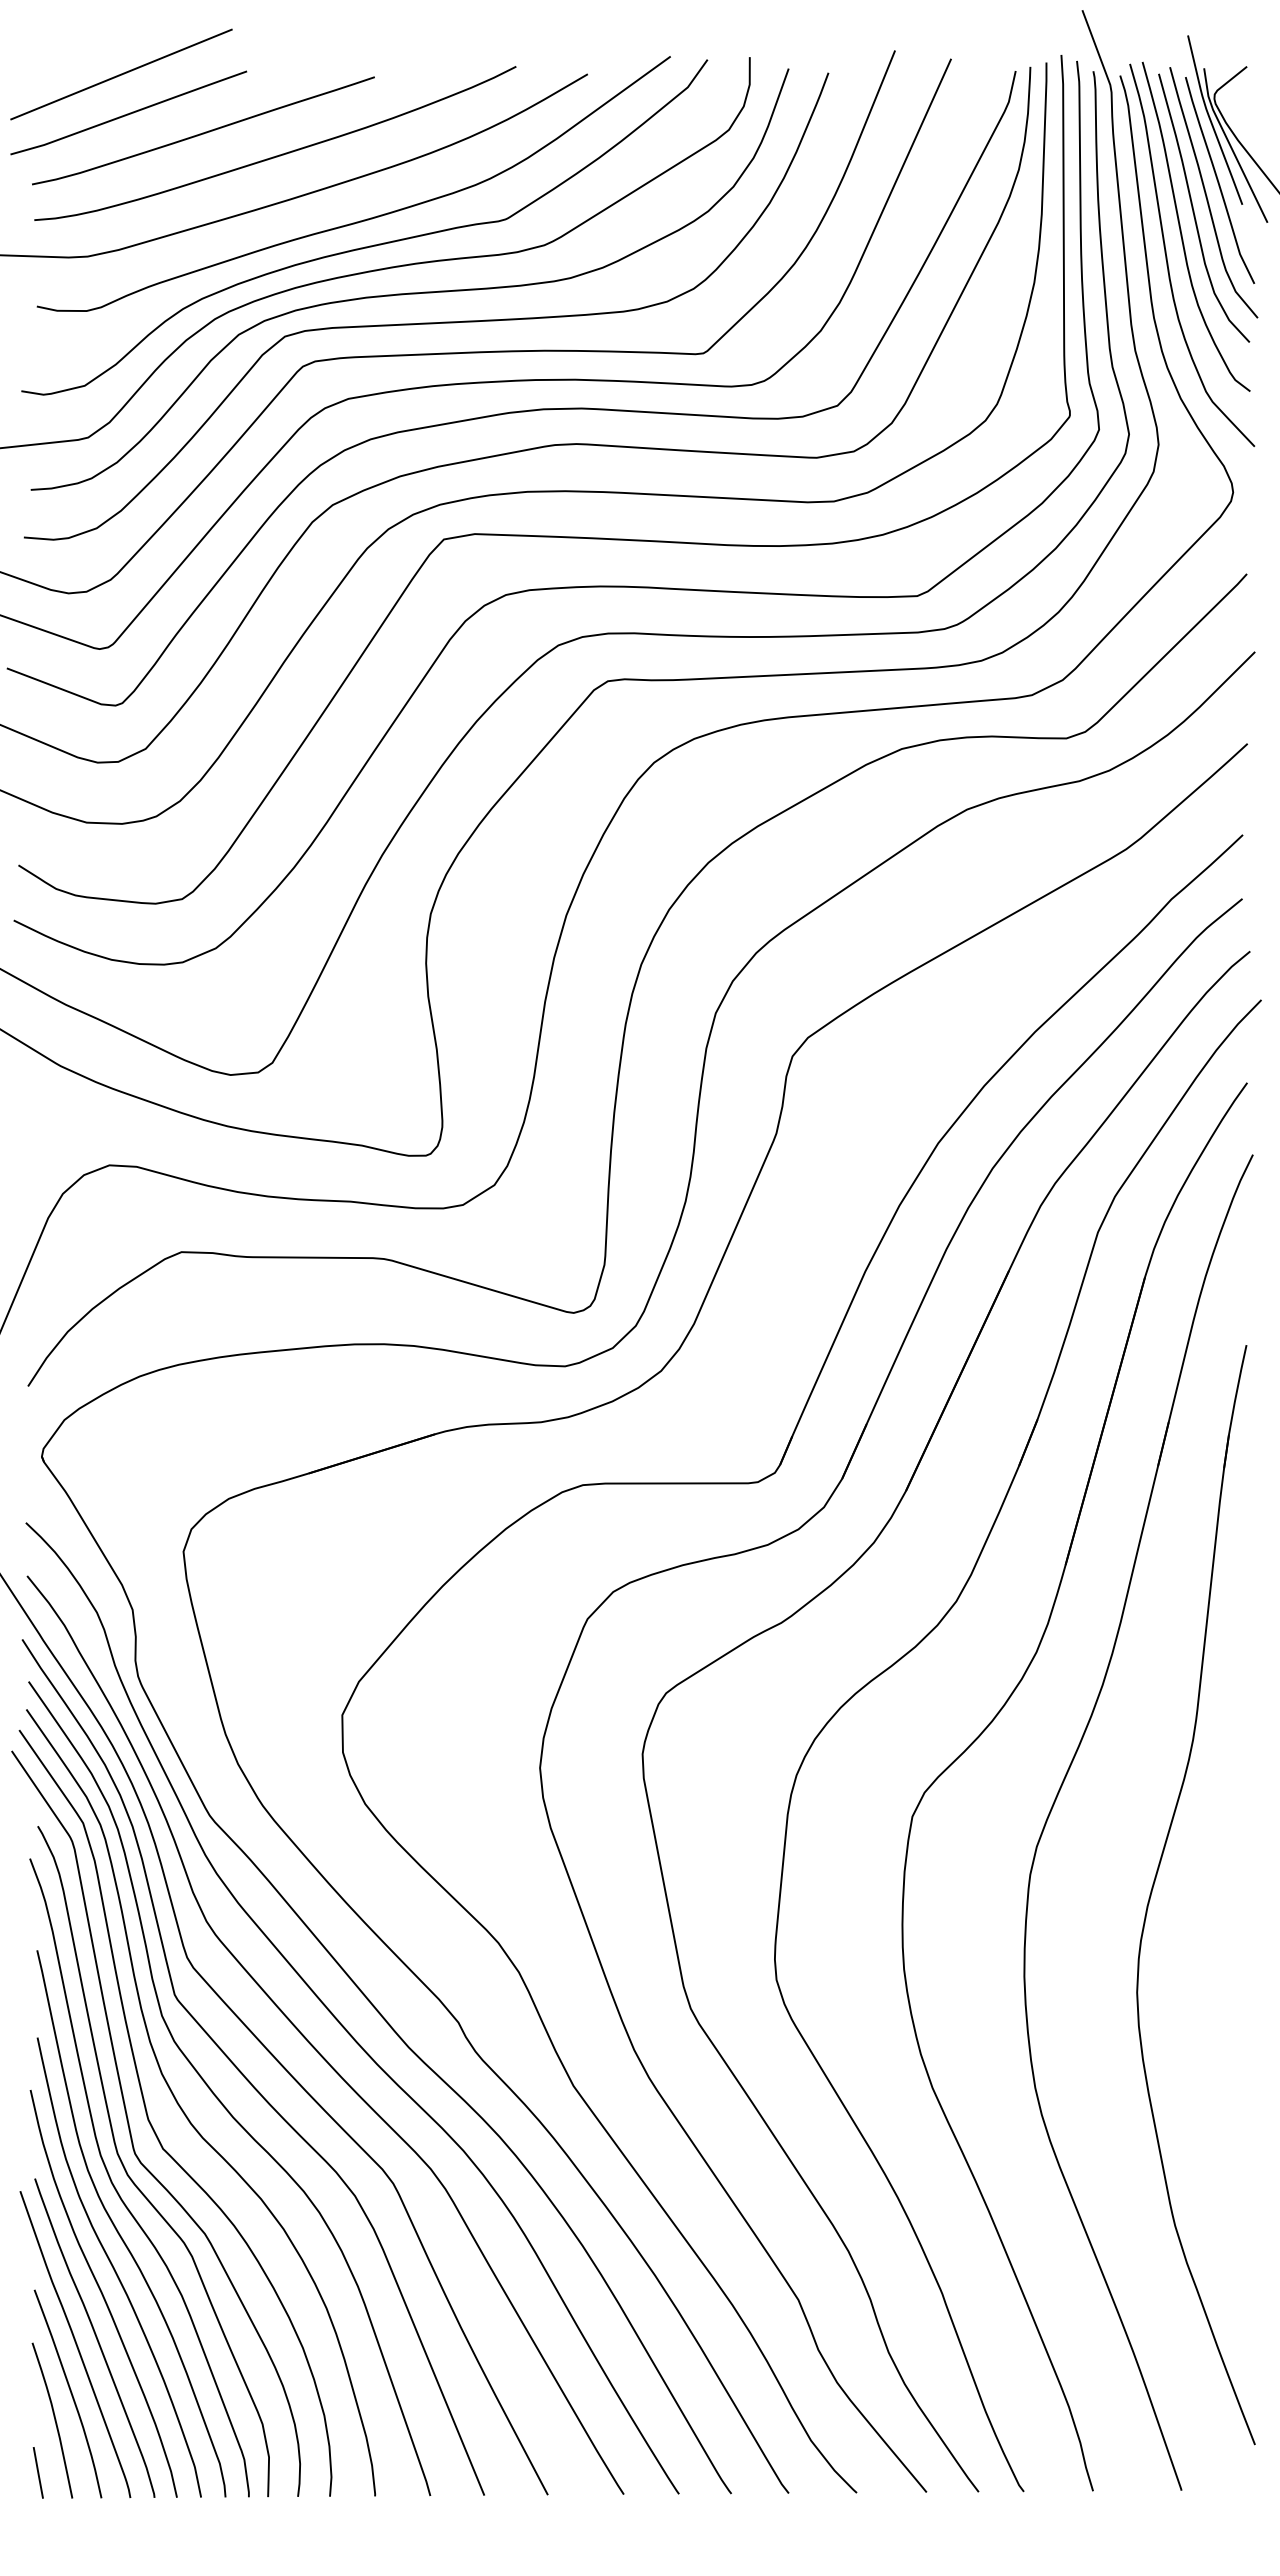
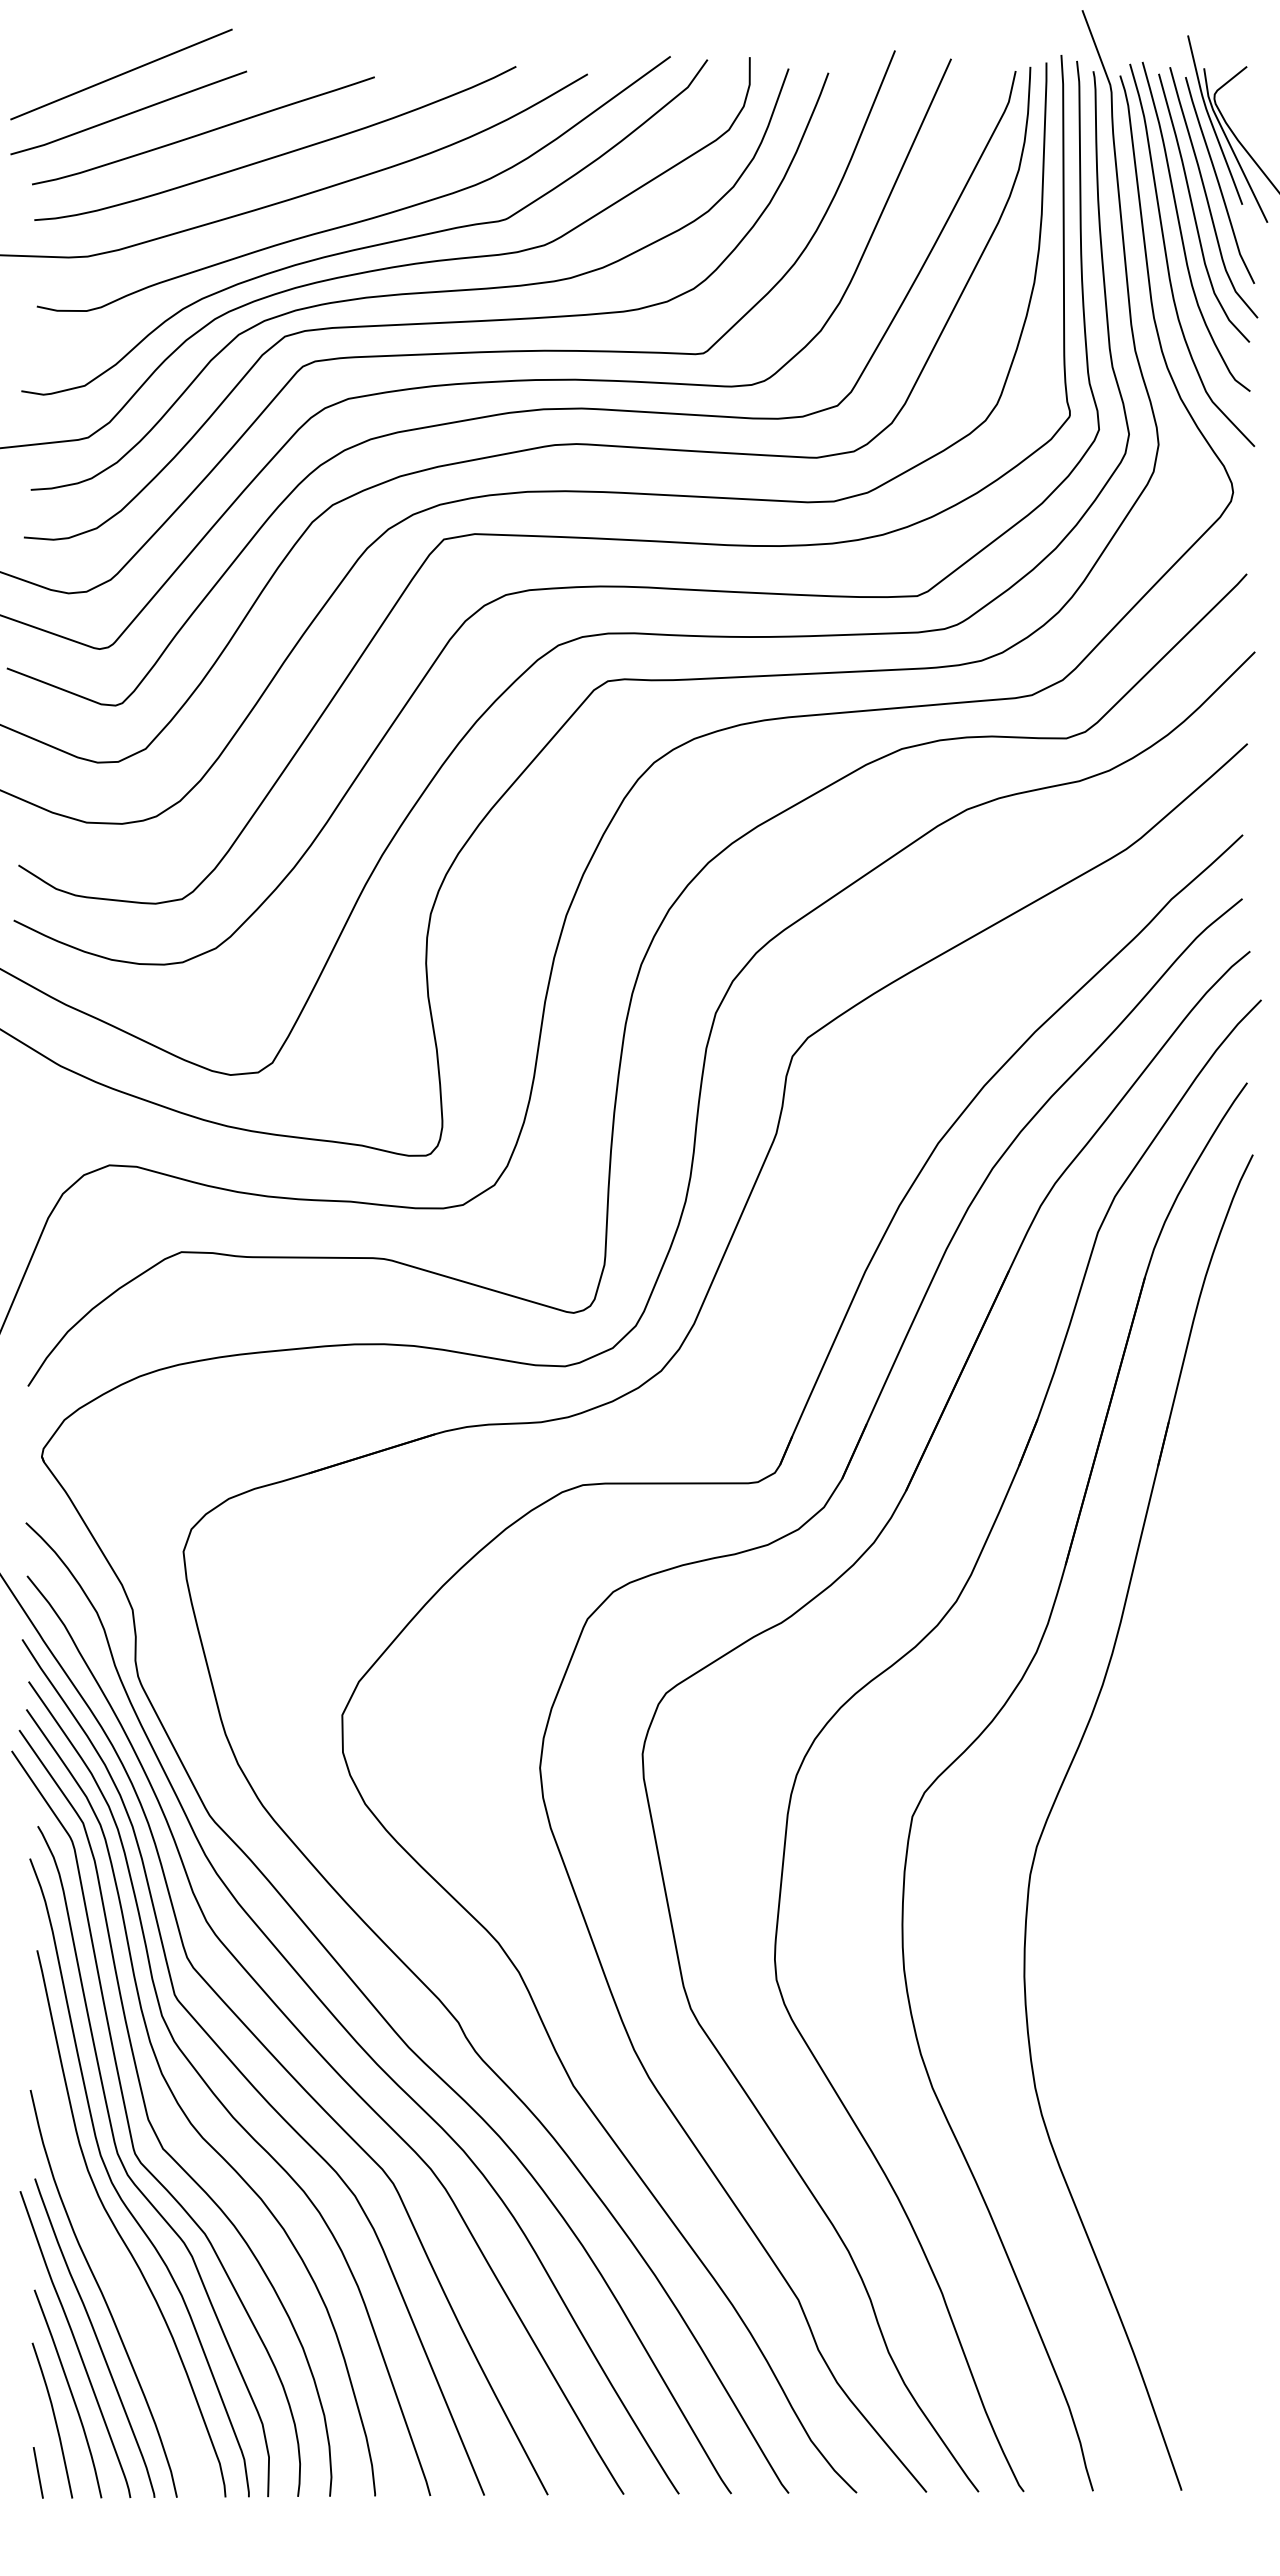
part at (1155, 1882): present -> none
curve at (115, 2269): present -> none
